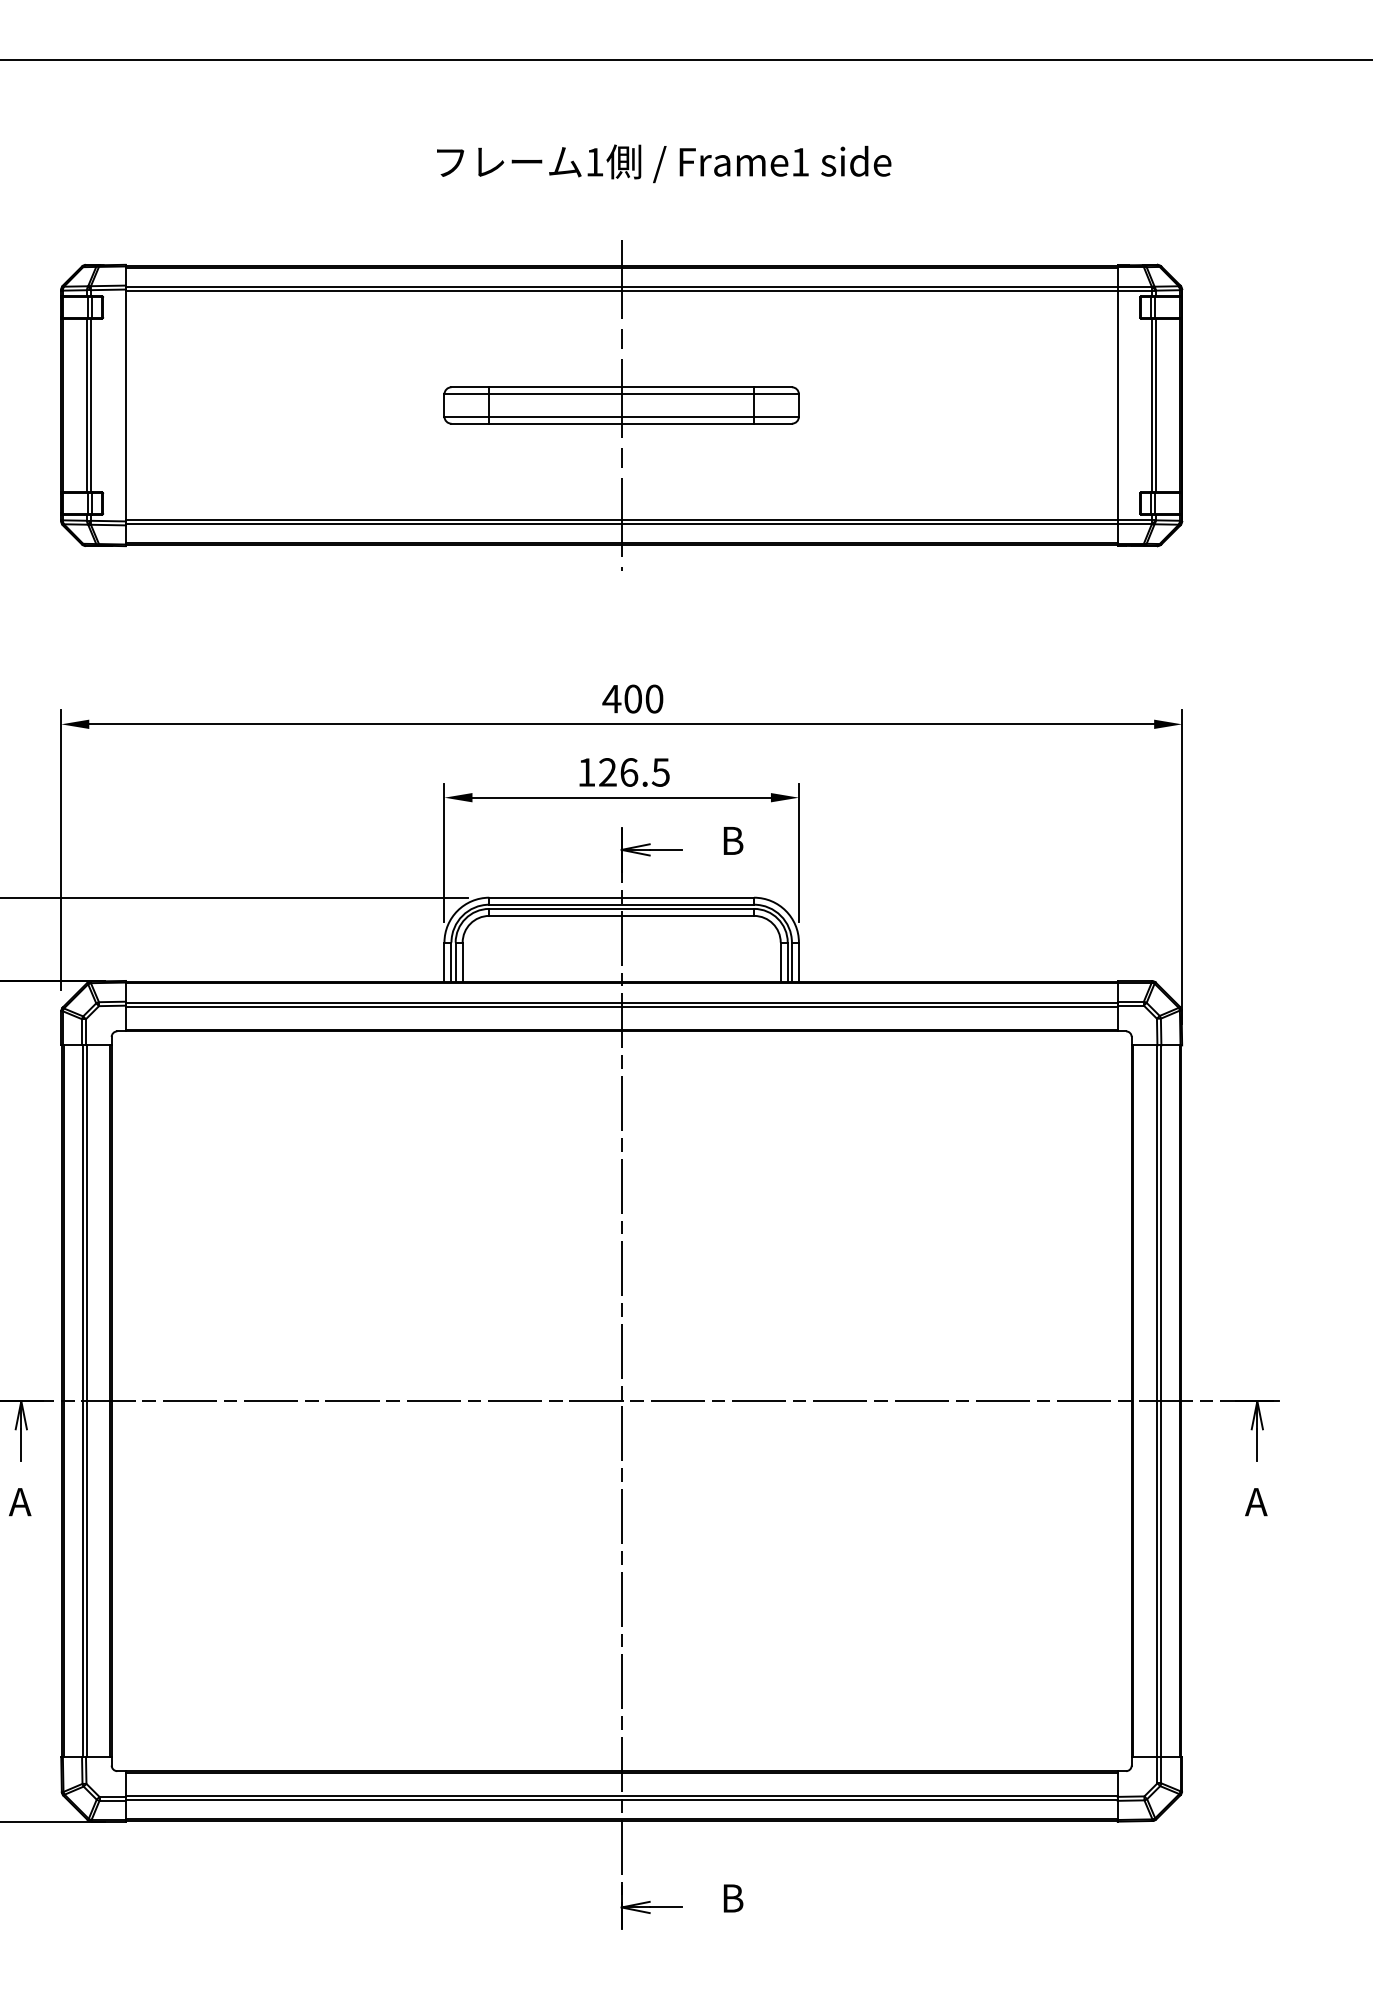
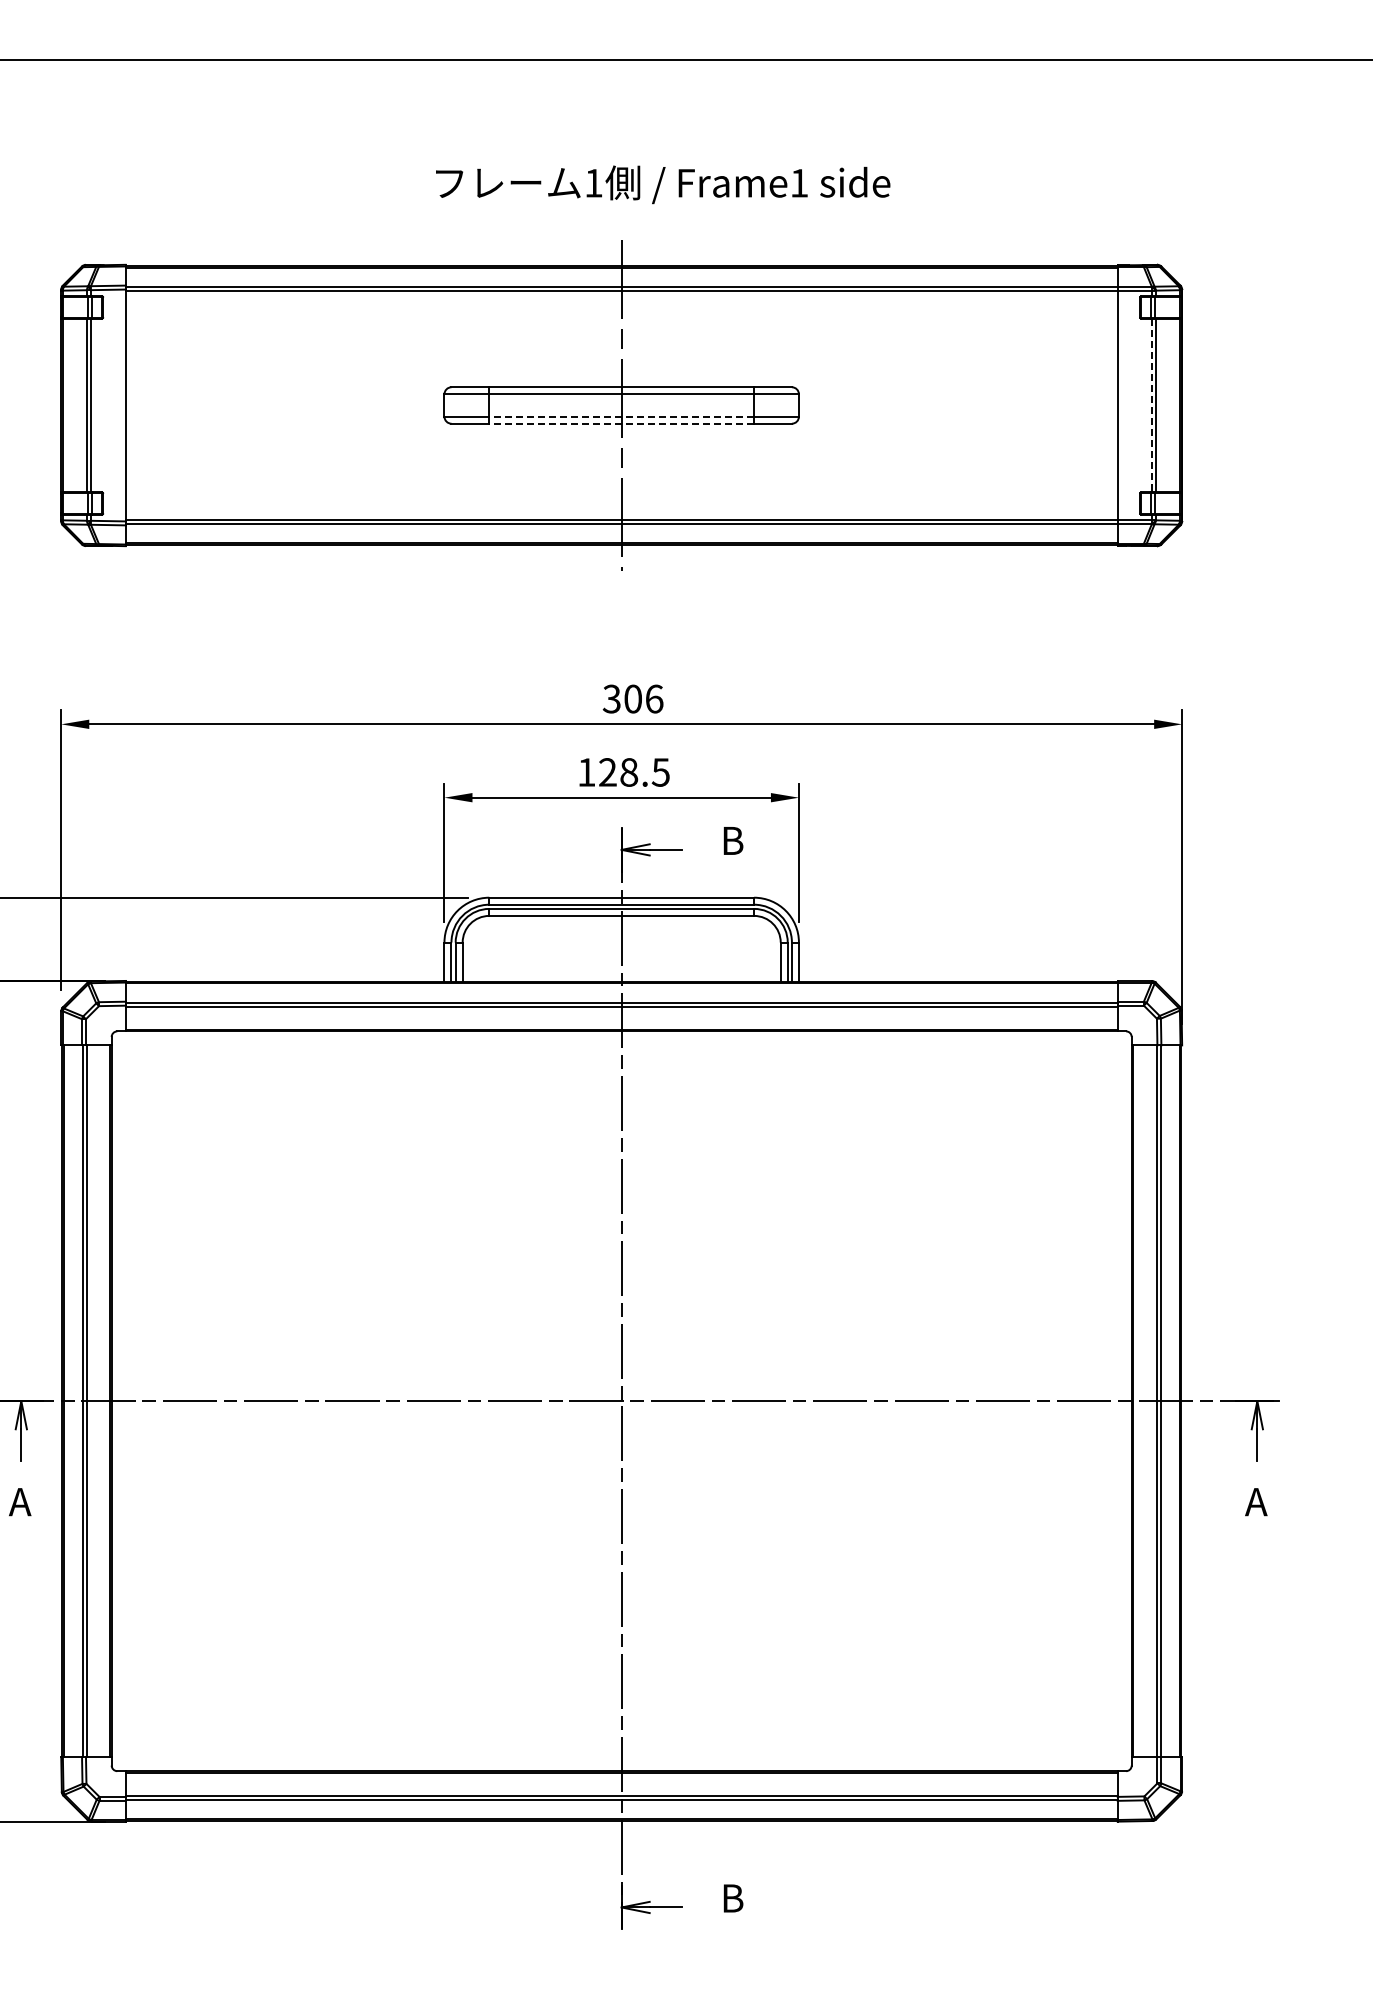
text at (664, 163) position: (664, 163) -> (663, 184)
line at (1151, 405): solid -> dashed
line at (621, 416): solid -> dashed
line at (621, 423): solid -> dashed
text at (632, 698): 400 -> 306
text at (629, 772): 126.5 -> 128.5
